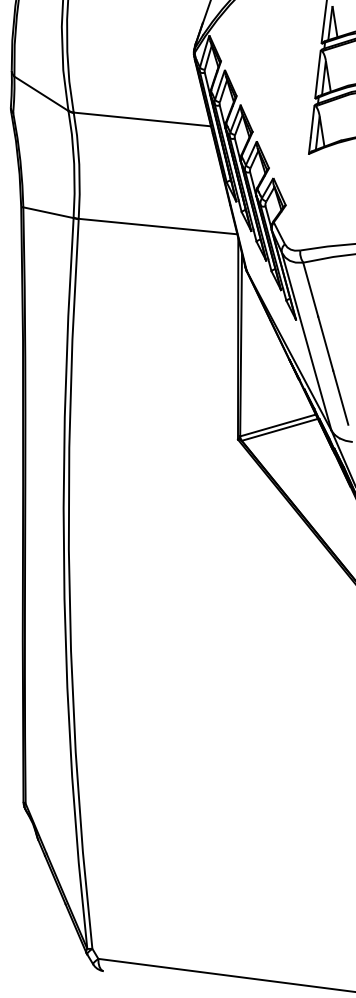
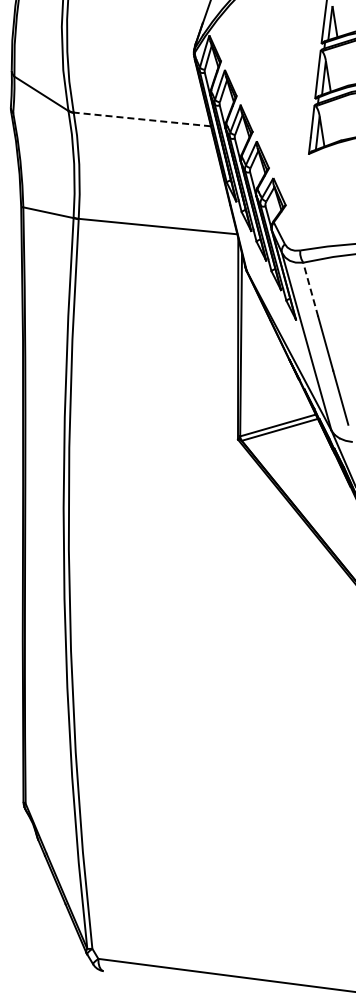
line at (142, 119): solid -> dashed
line at (310, 289): solid -> dashed
